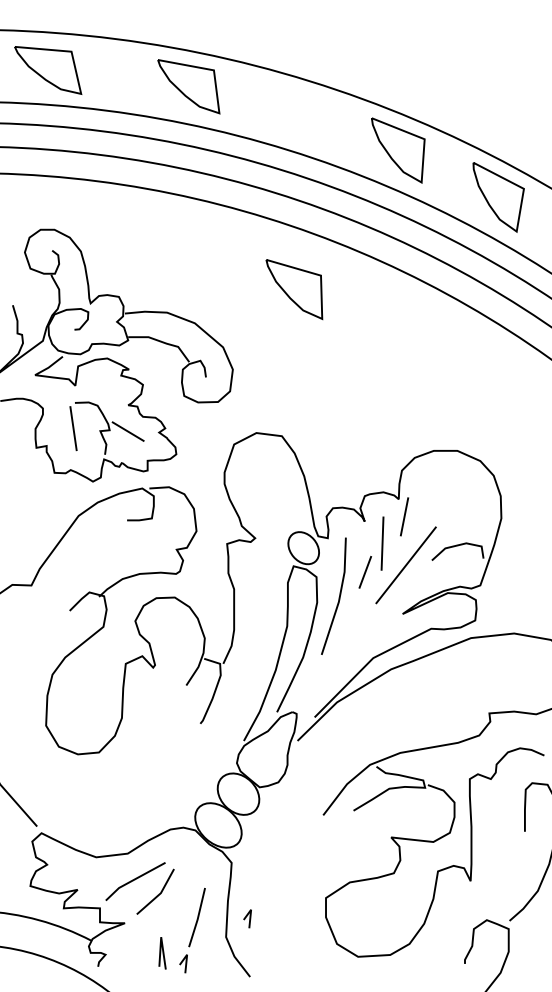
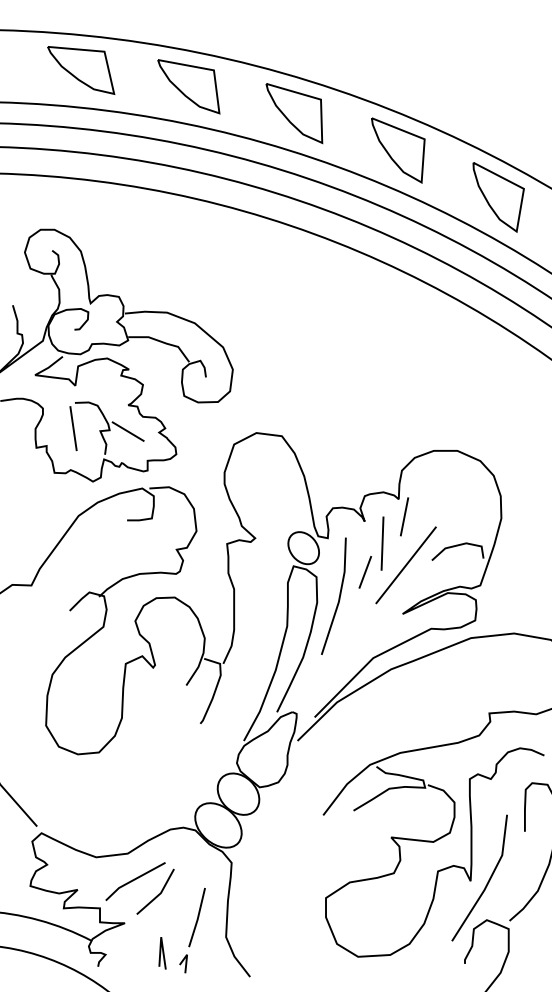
part at (48, 70) position: (48, 70) -> (81, 70)
part at (294, 289) position: (294, 289) -> (294, 113)
line at (487, 881): none -> present
line at (246, 917): present -> none
